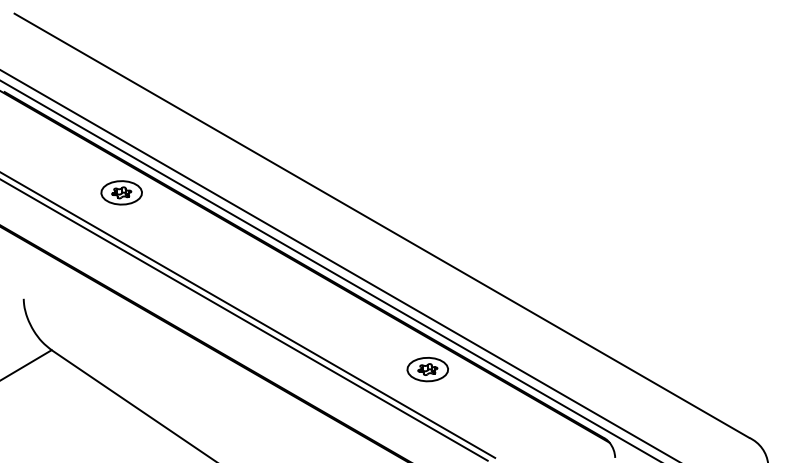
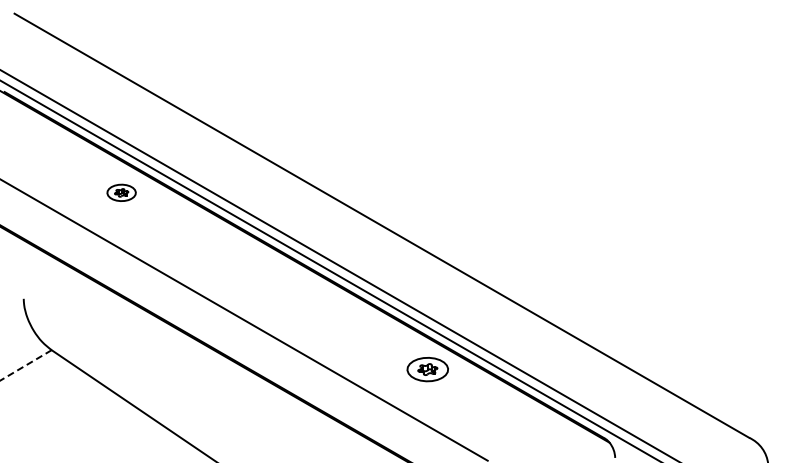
part at (121, 192) size: 43x26 px -> 31x19 px
line at (248, 315): present -> none
line at (25, 365): solid -> dashed
